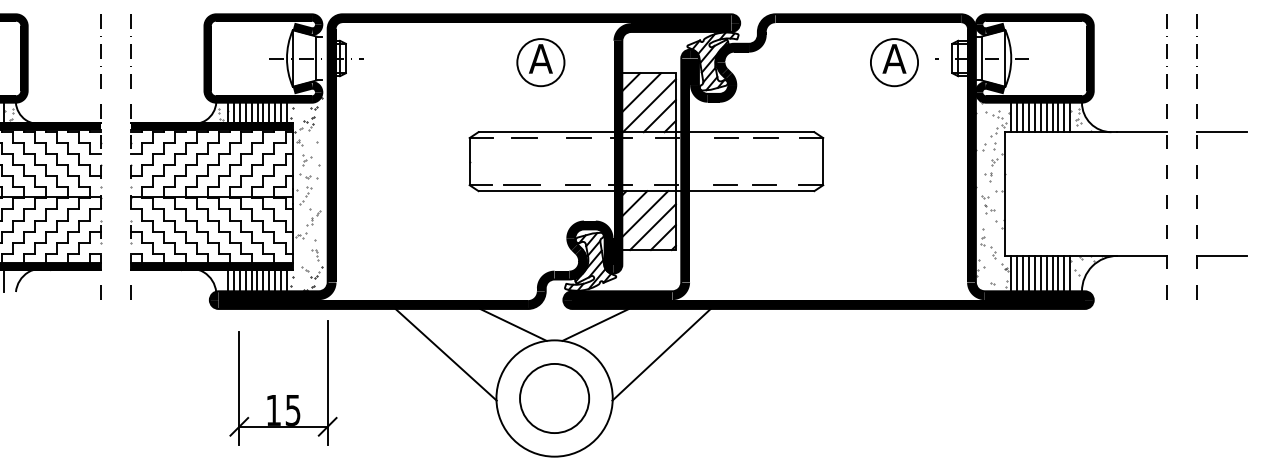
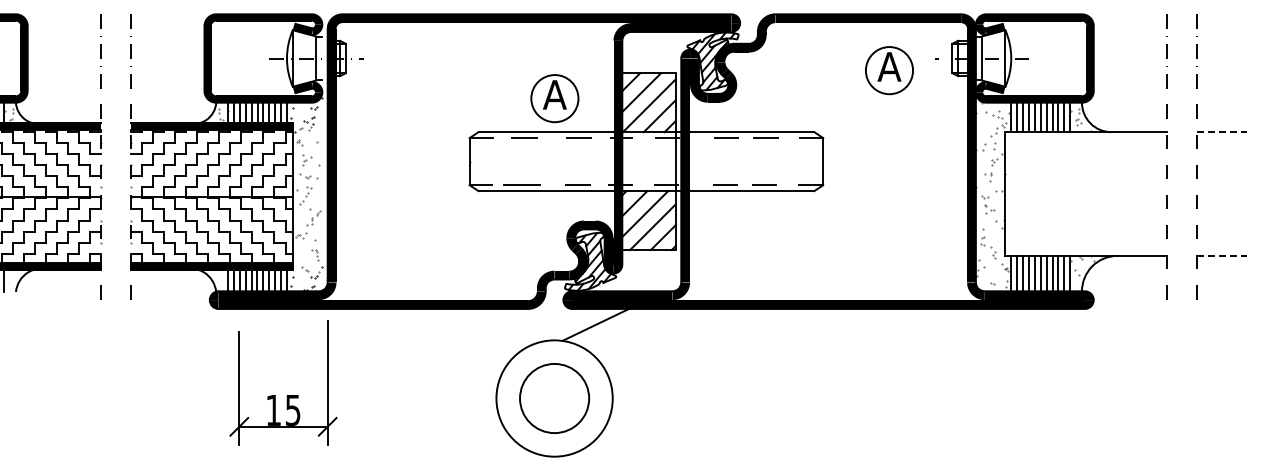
part at (540, 62) position: (540, 62) -> (554, 98)
part at (894, 62) position: (894, 62) -> (889, 70)
line at (1222, 132): solid -> dashed
line at (1222, 255): solid -> dashed
line at (513, 324): present -> none
line at (445, 354): present -> none
line at (661, 354): present -> none
